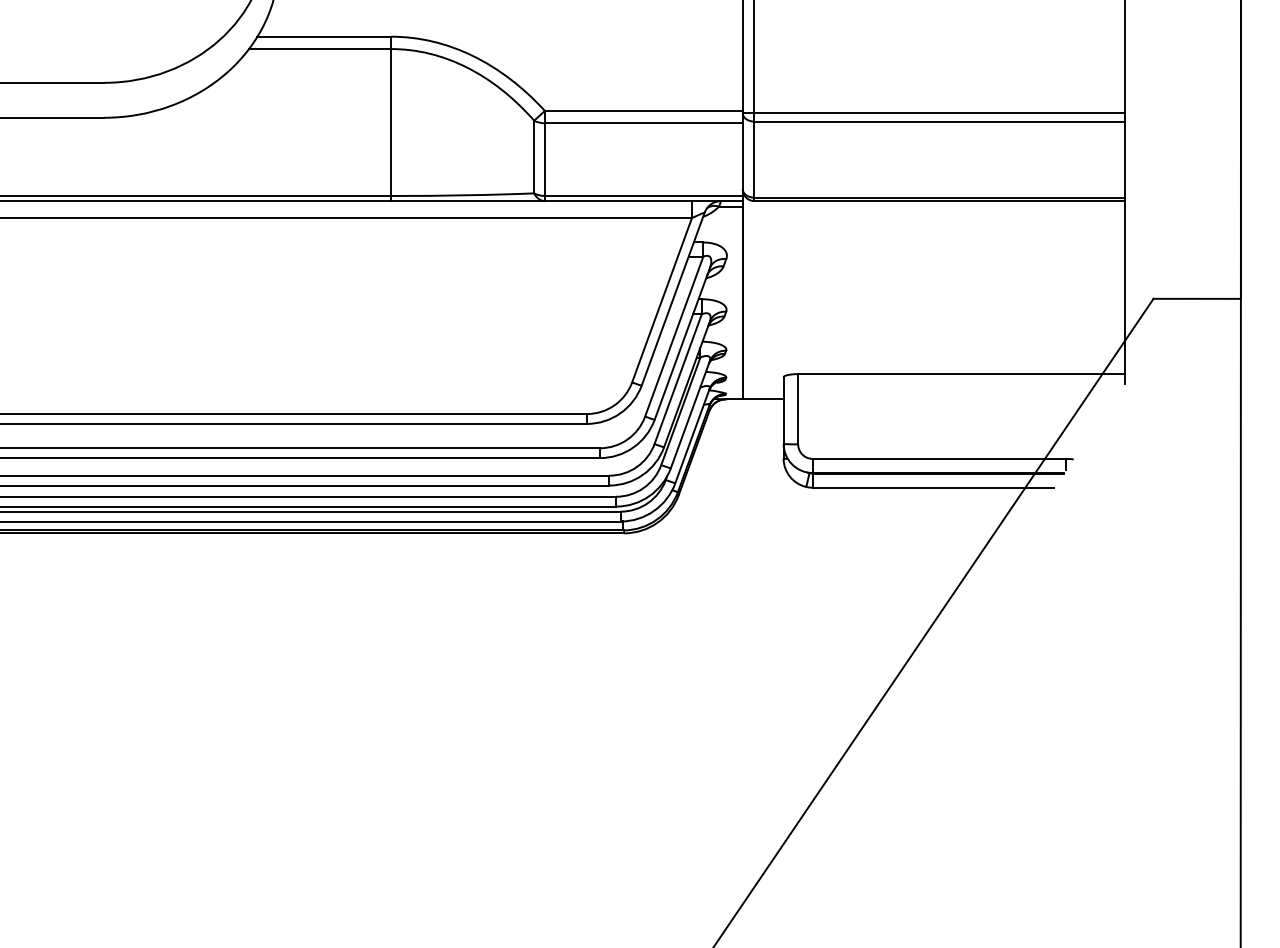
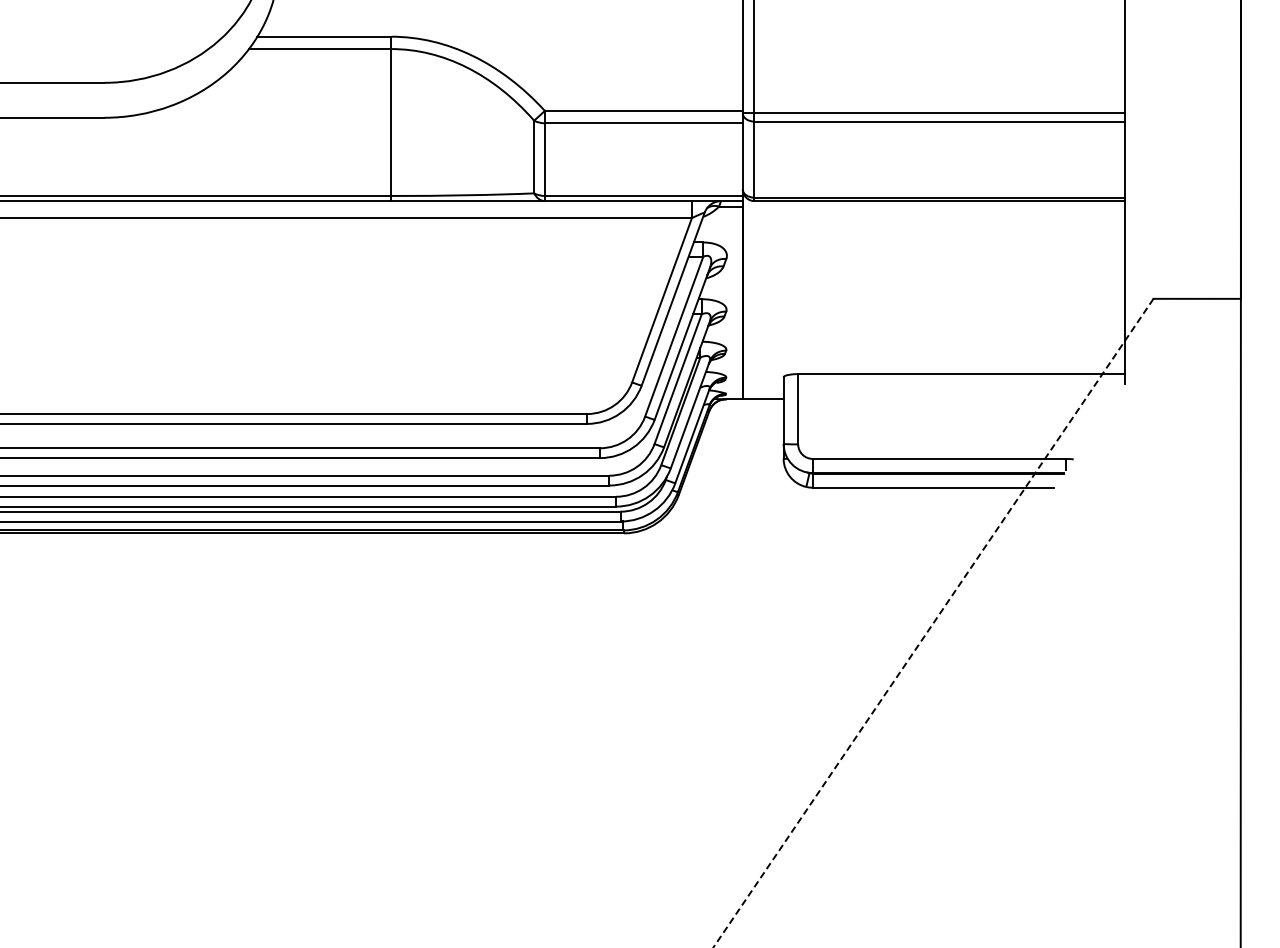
line at (933, 623): solid -> dashed
